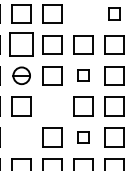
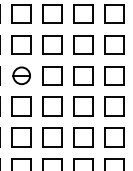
part at (83, 13): none -> present
part at (114, 13) size: 13x14 px -> 21x20 px
part at (21, 44) size: 25x25 px -> 21x20 px
part at (83, 75) size: 13x13 px -> 21x20 px
part at (52, 106): none -> present
part at (21, 137): none -> present
part at (83, 137) size: 13x13 px -> 21x21 px
